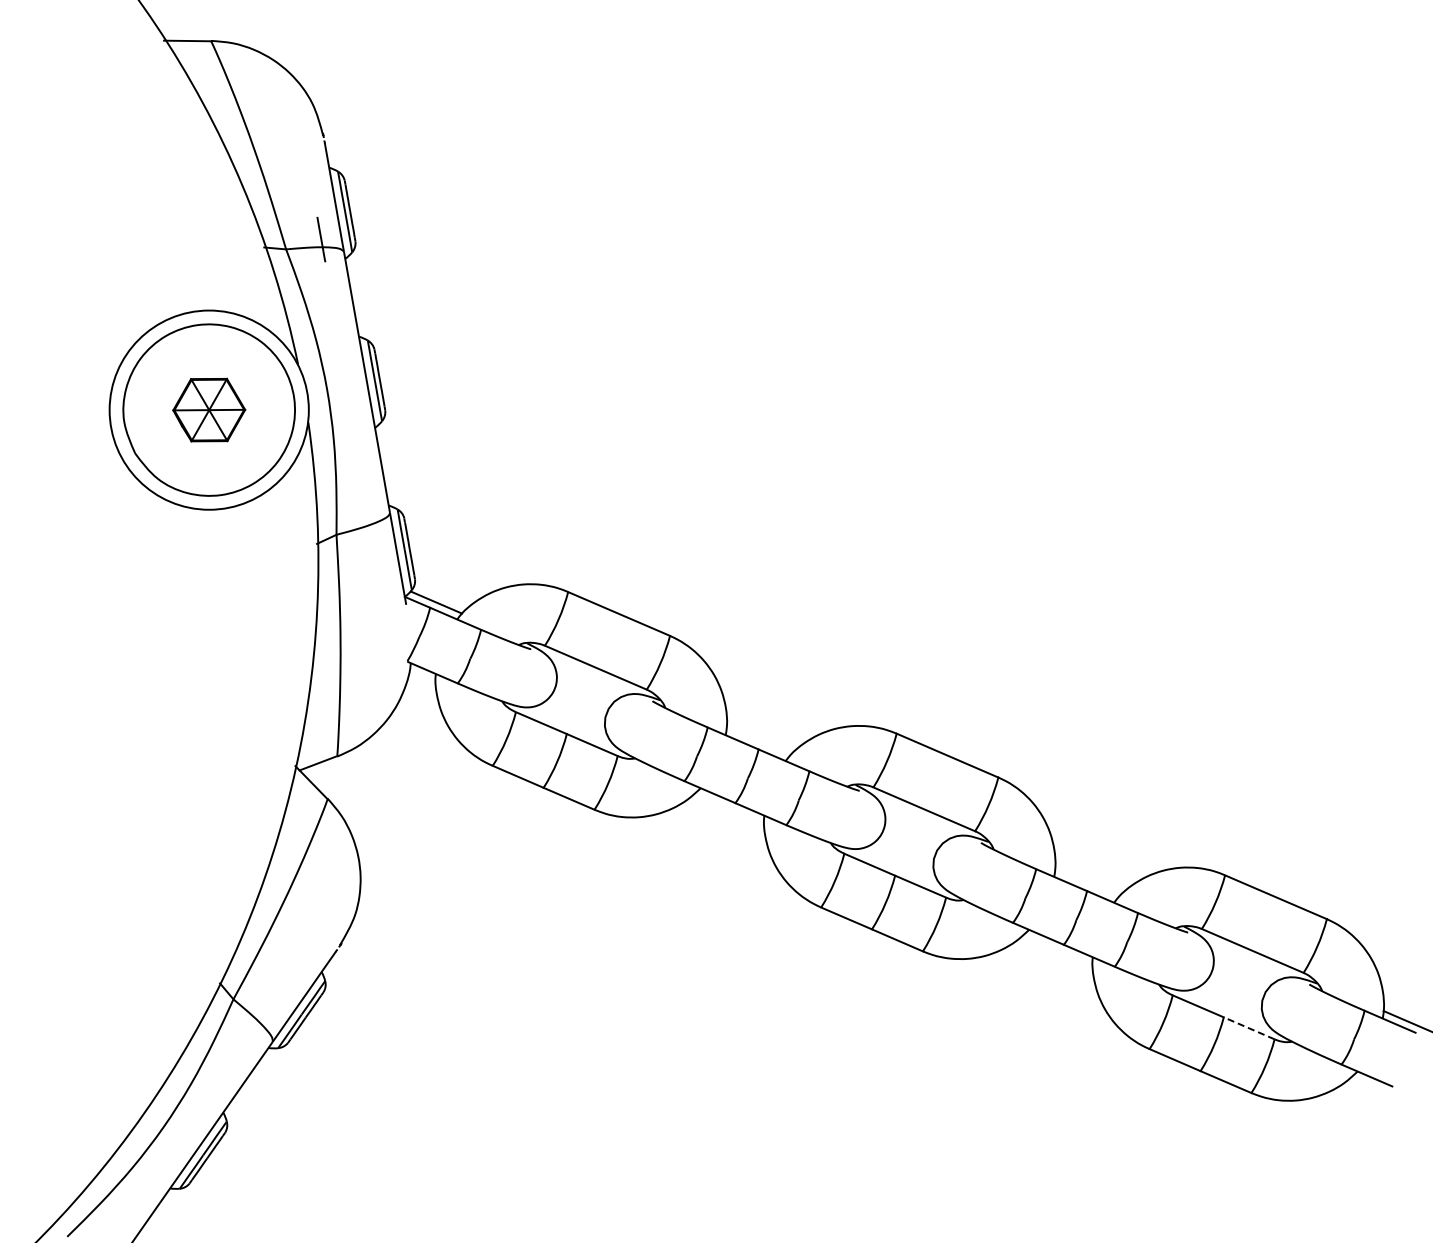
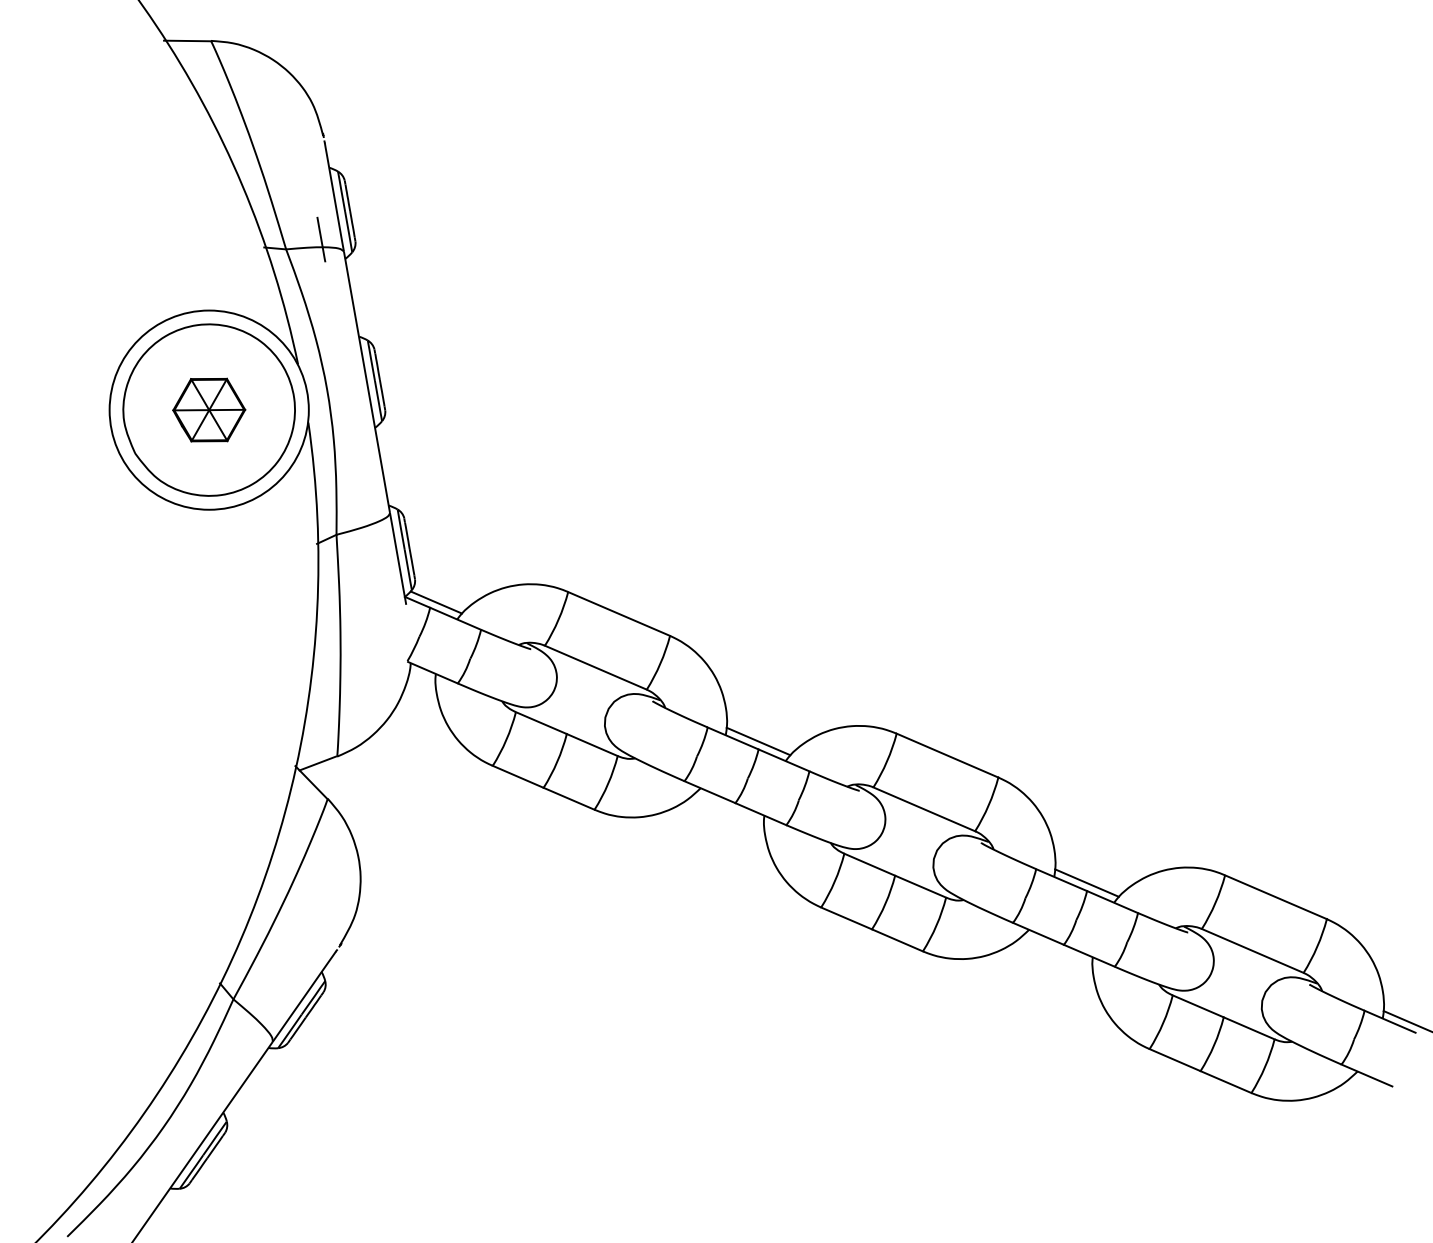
line at (758, 741): none -> present
line at (1086, 882): none -> present
line at (1249, 1028): dashed -> solid
